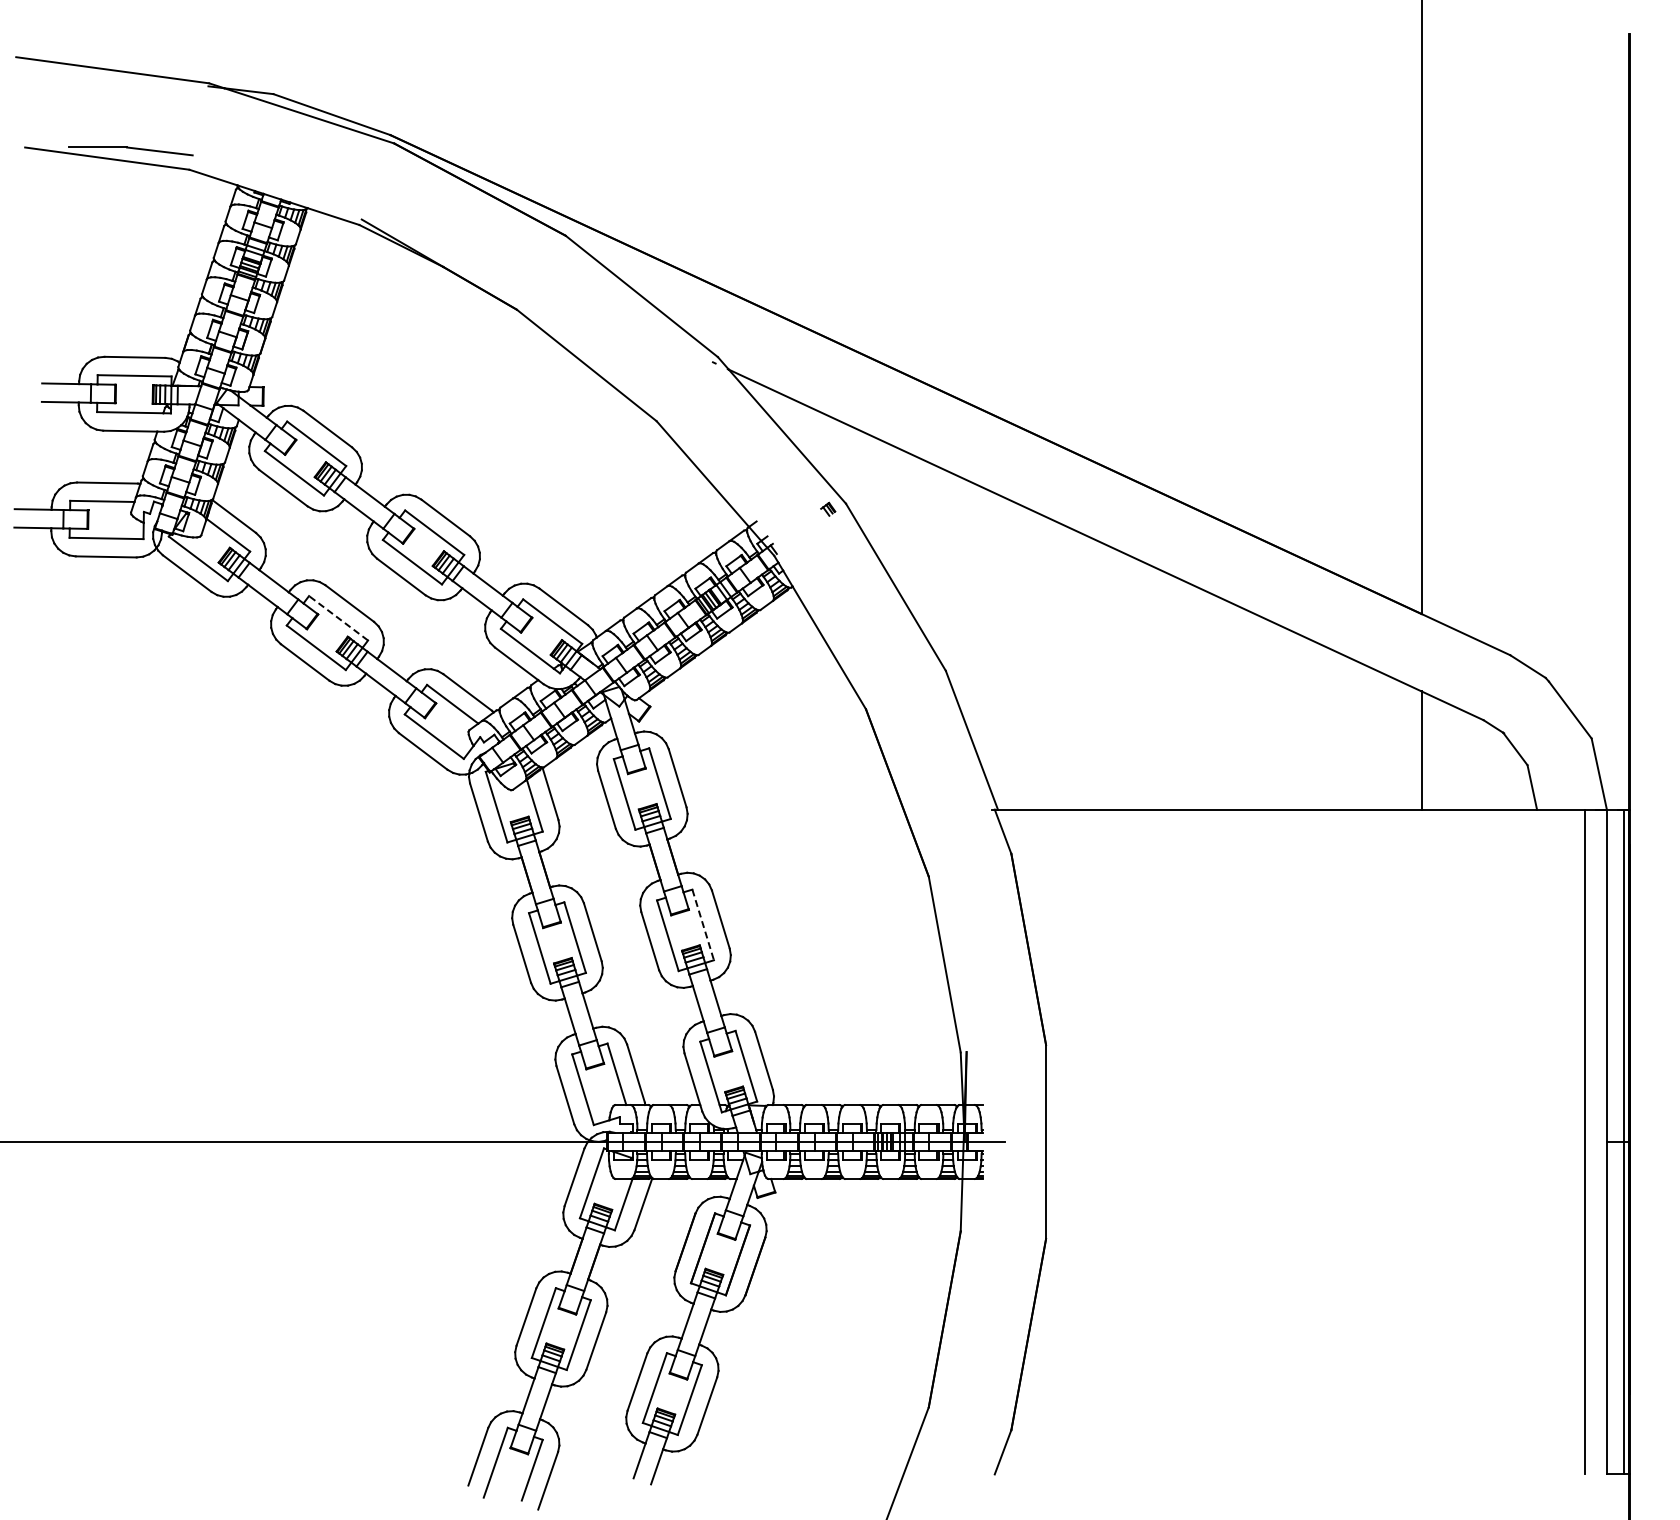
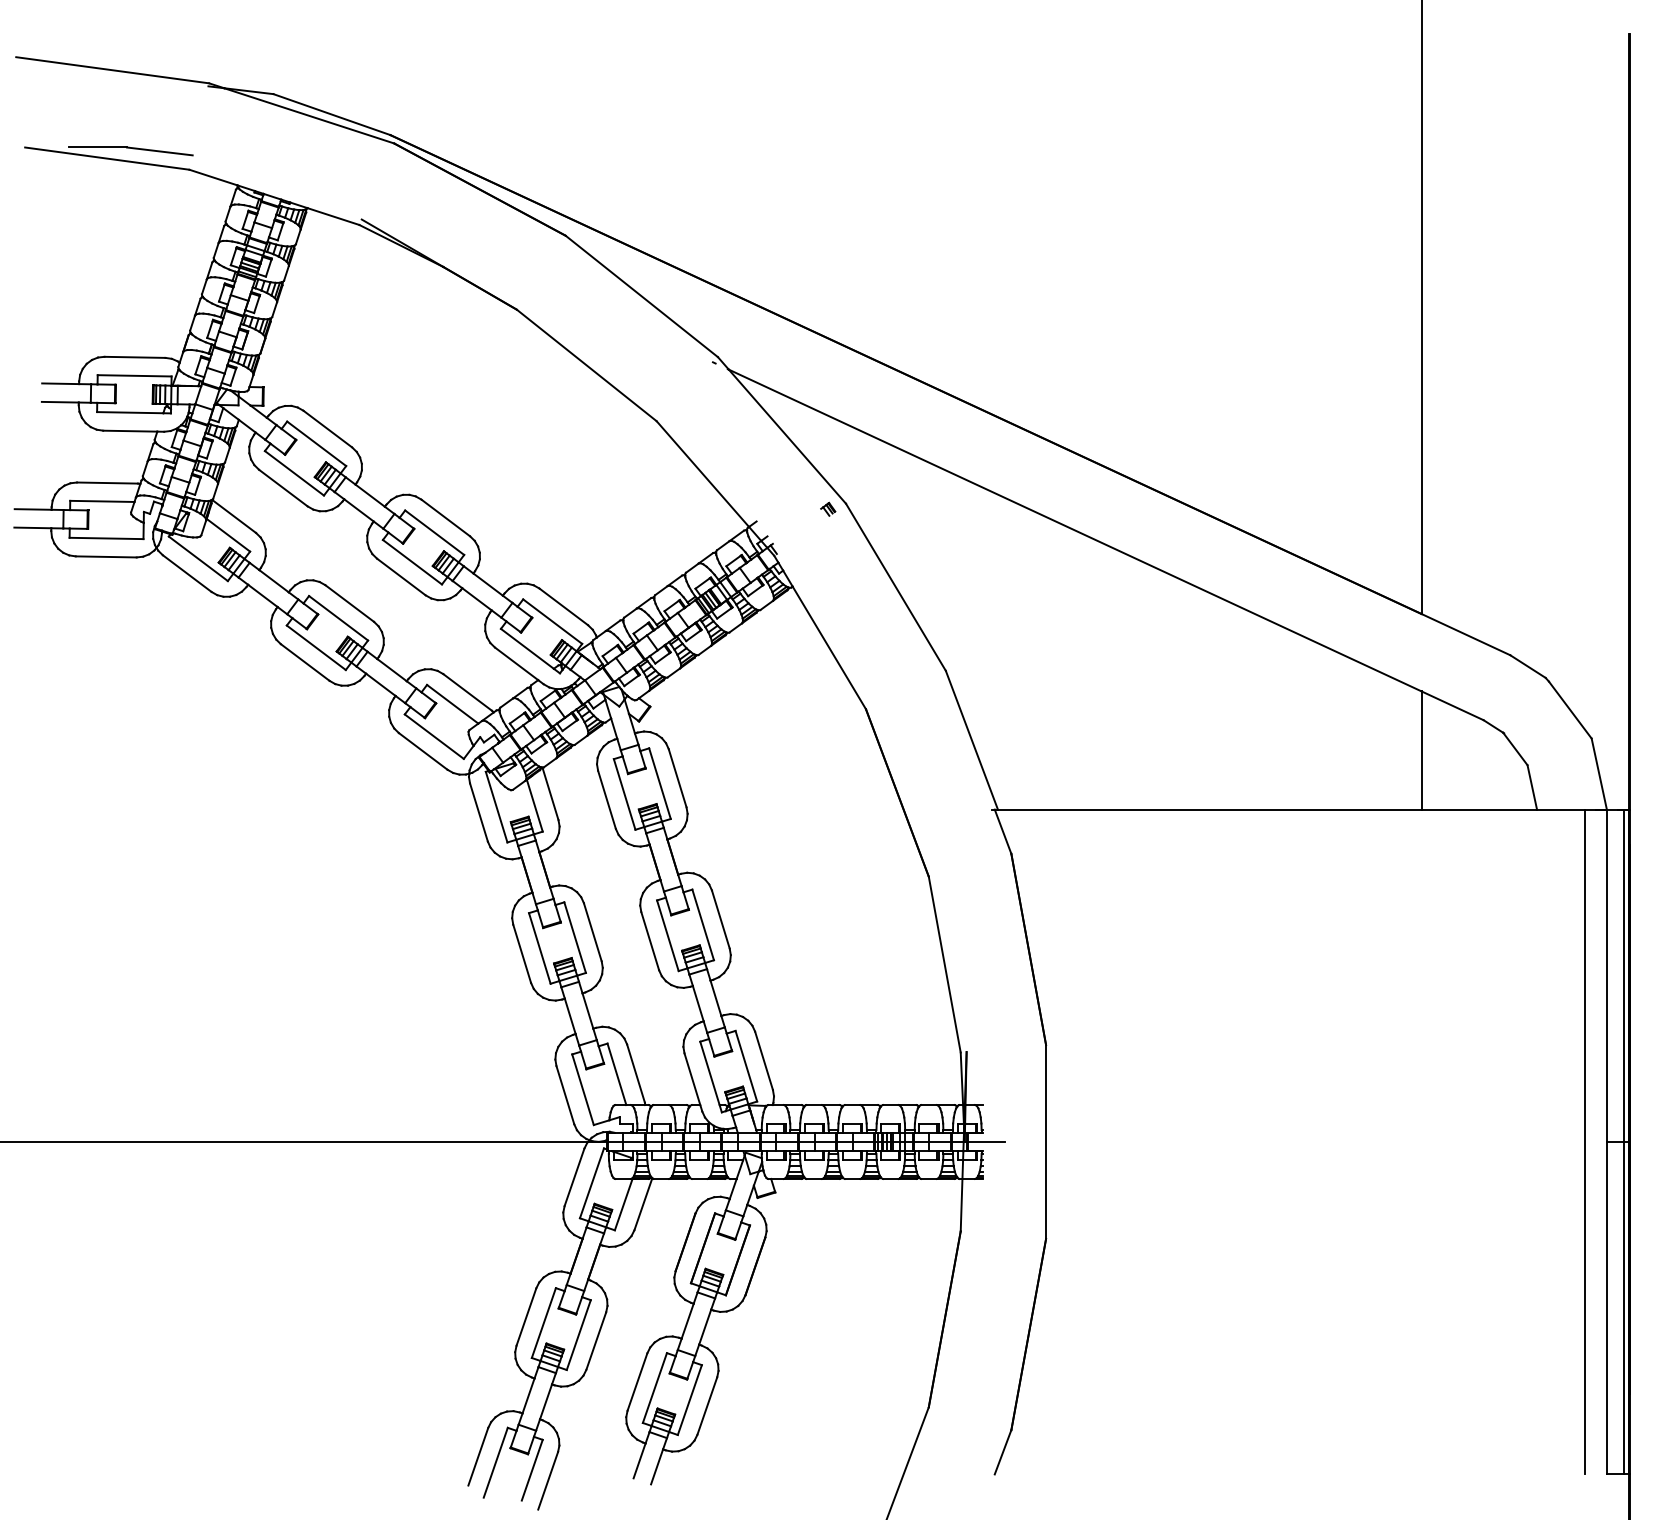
line at (338, 618): dashed -> solid
line at (703, 924): dashed -> solid
